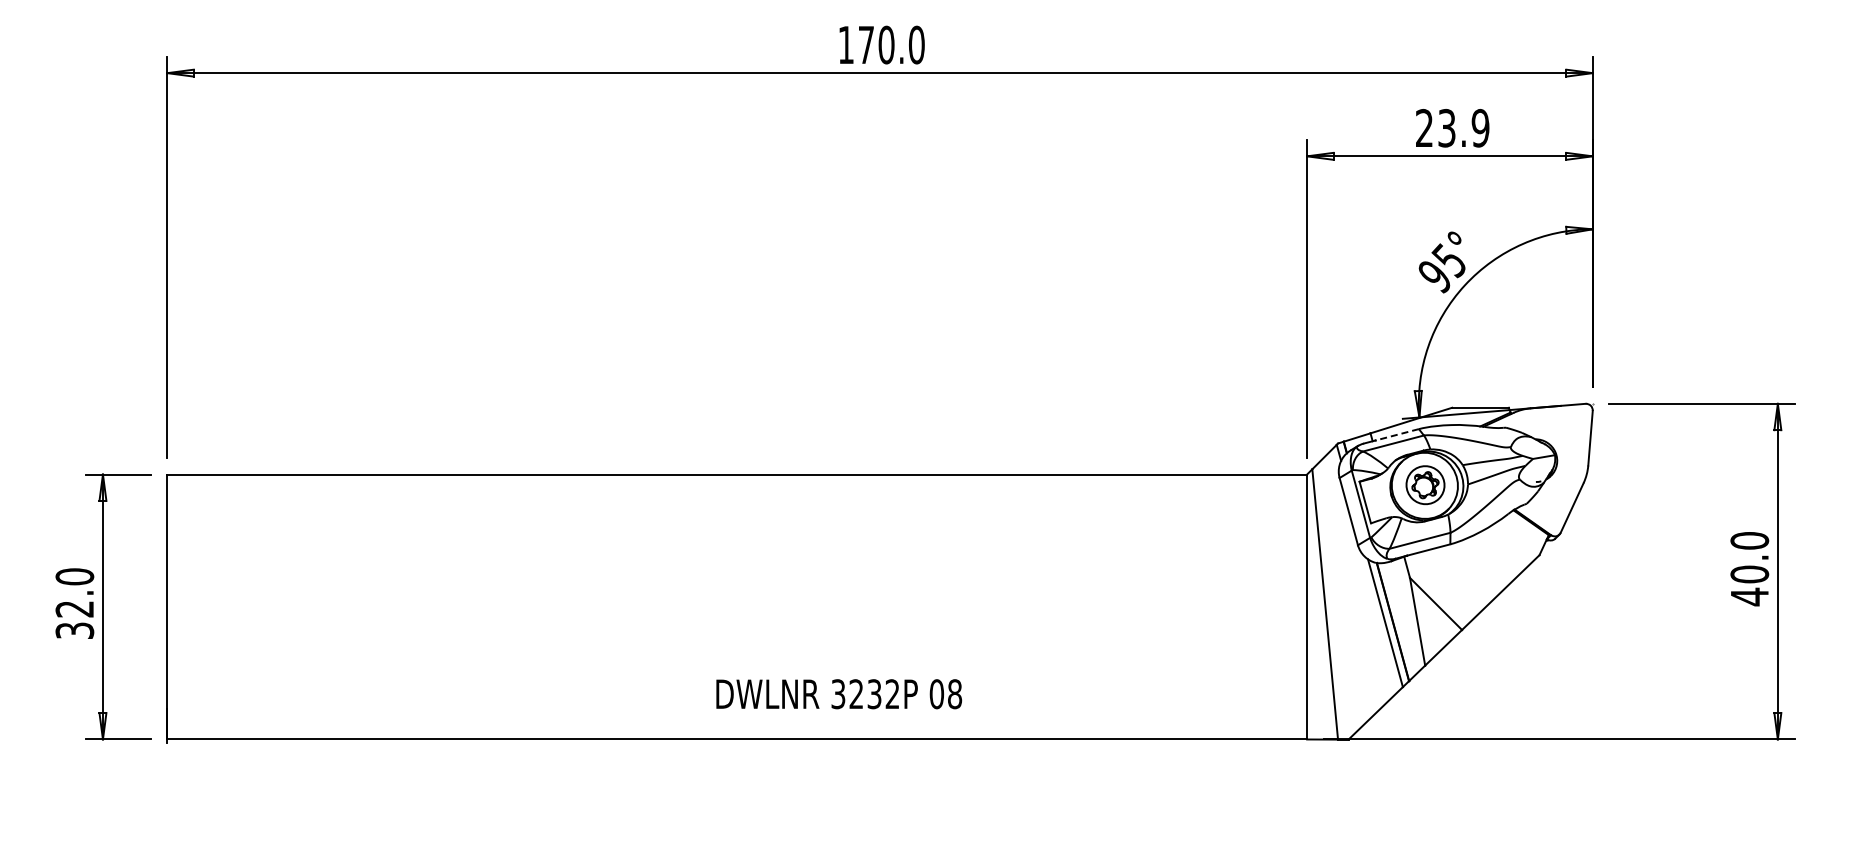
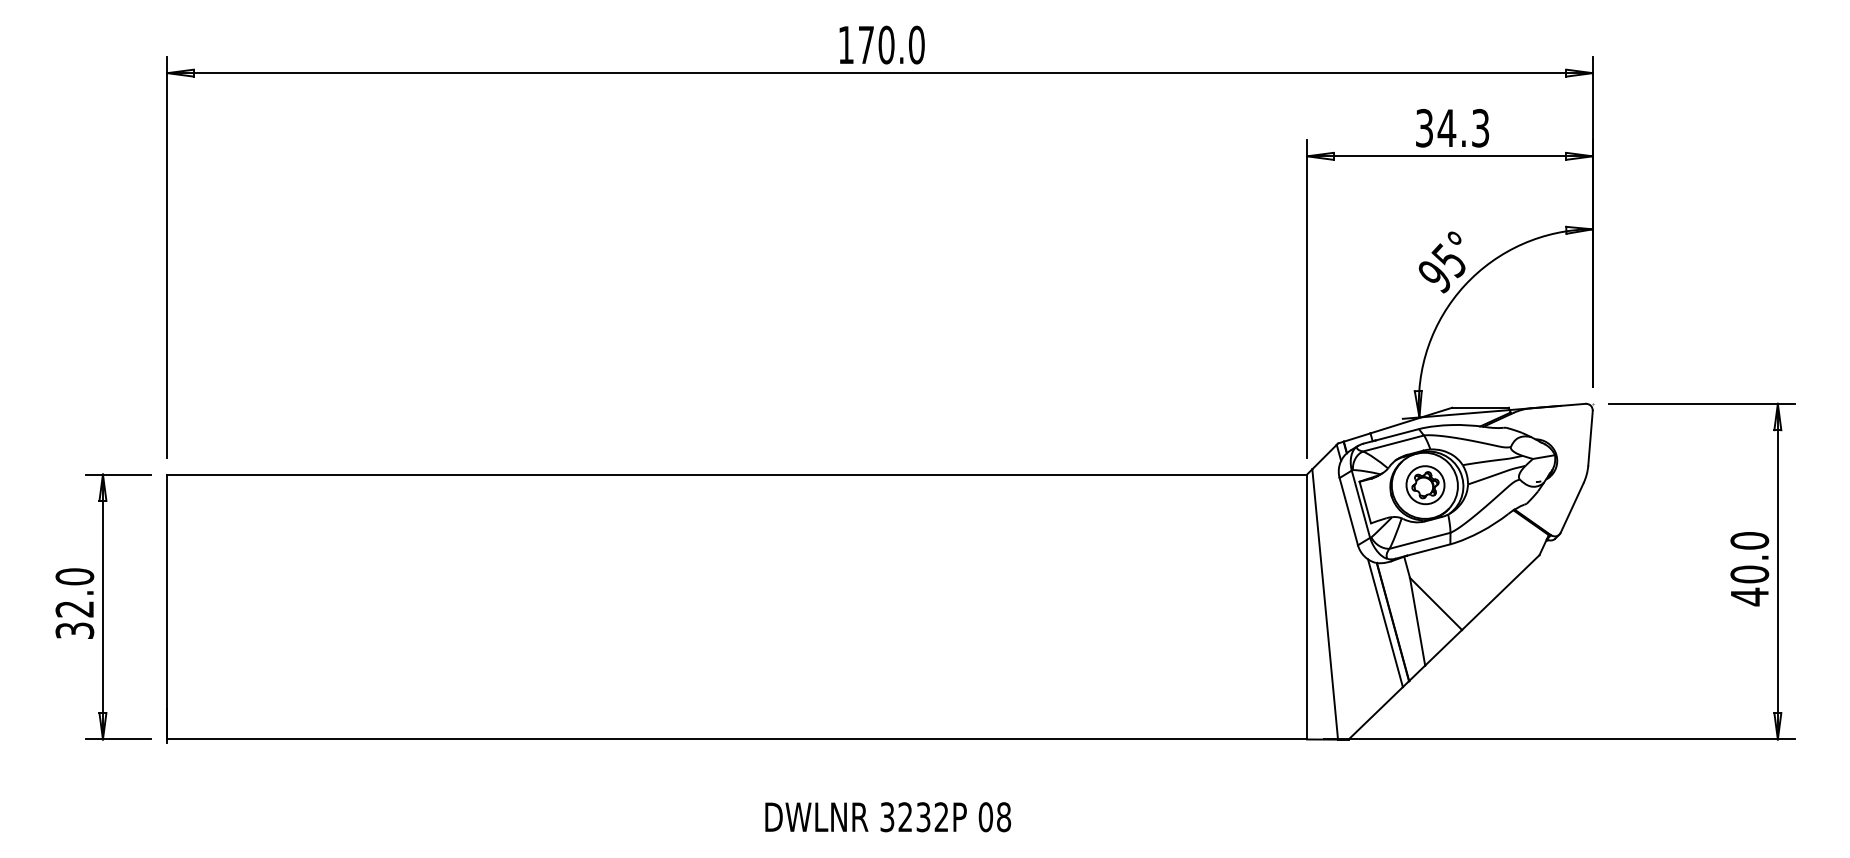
text at (1452, 127): 23.9 -> 34.3
line at (1396, 434): dashed -> solid
text at (839, 694) position: (839, 694) -> (888, 817)
